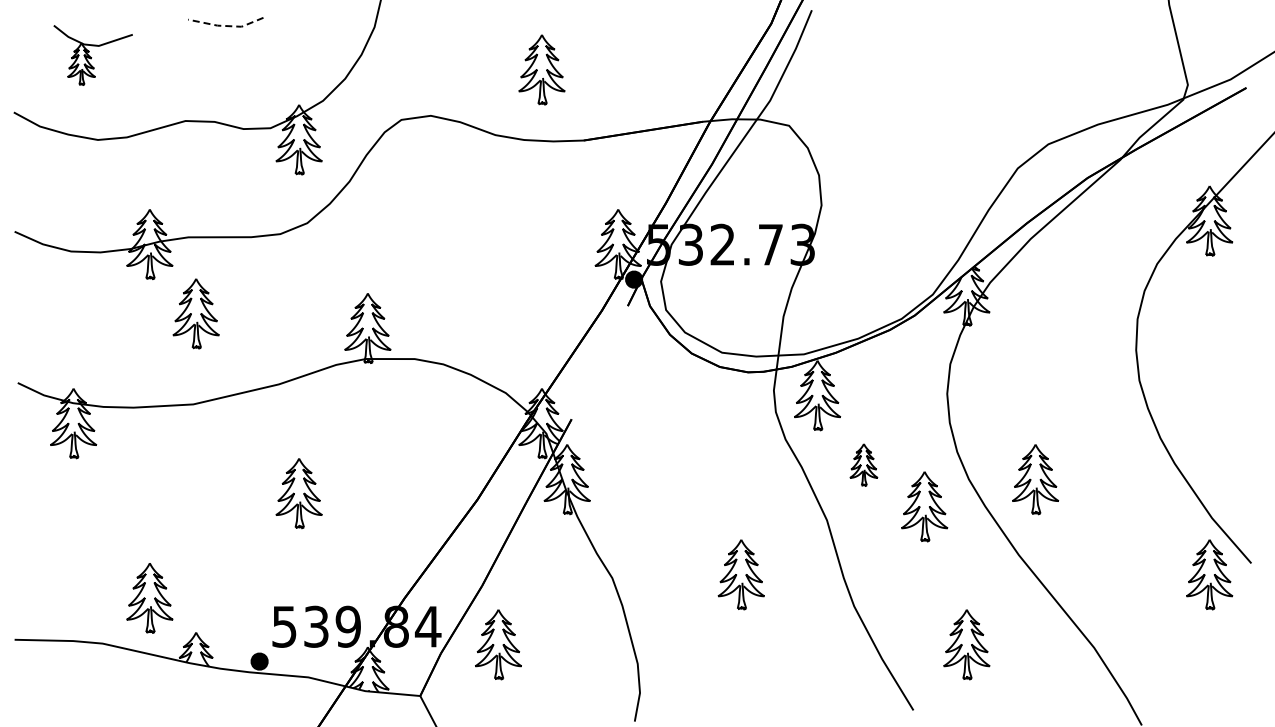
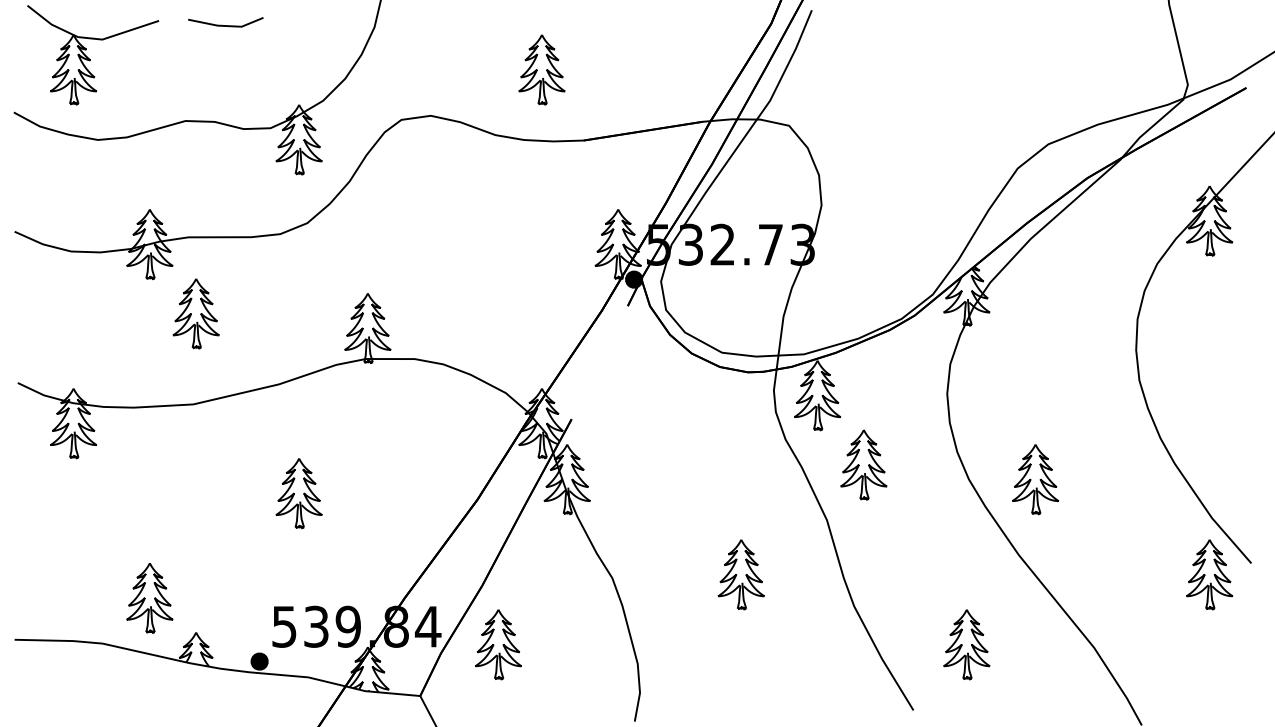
line at (226, 26): dashed -> solid
part at (92, 55) size: 80x61 px -> 133x101 px
part at (863, 464) size: 30x44 px -> 48x72 px
part at (924, 506): present -> none
